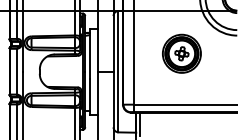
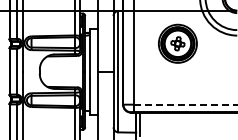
part at (181, 53) position: (181, 53) -> (177, 43)
line at (185, 104): solid -> dashed
